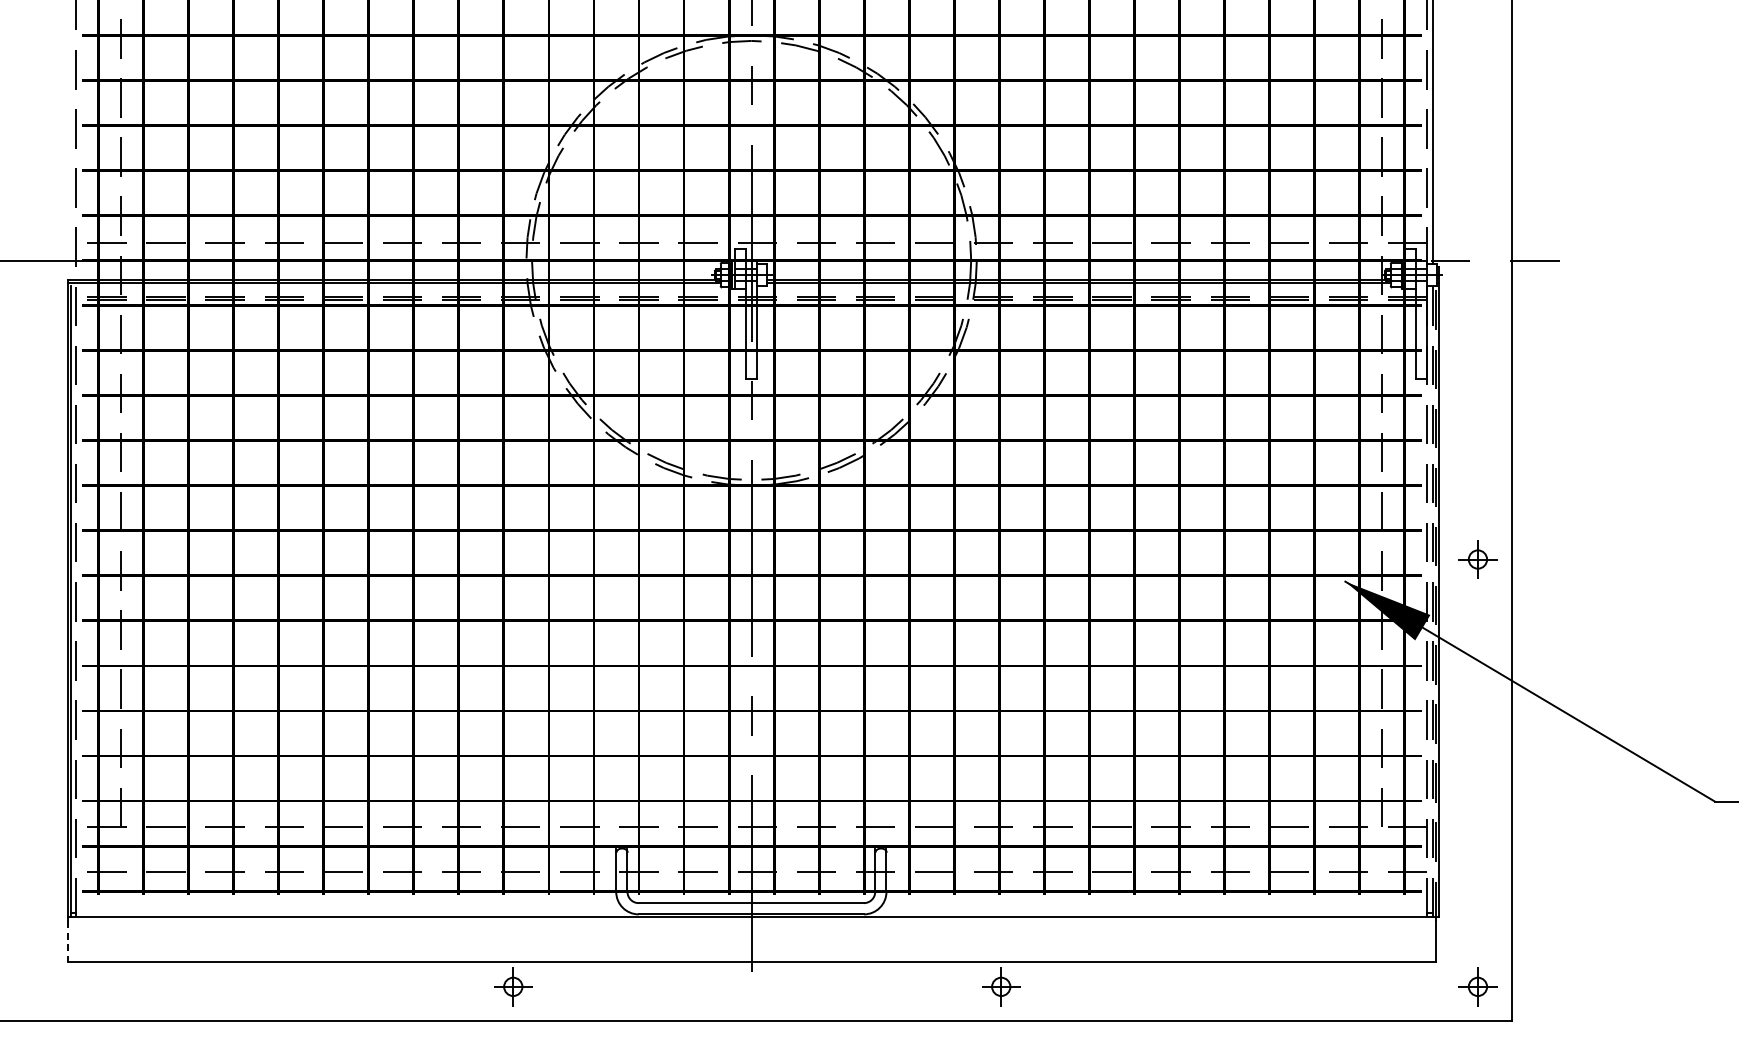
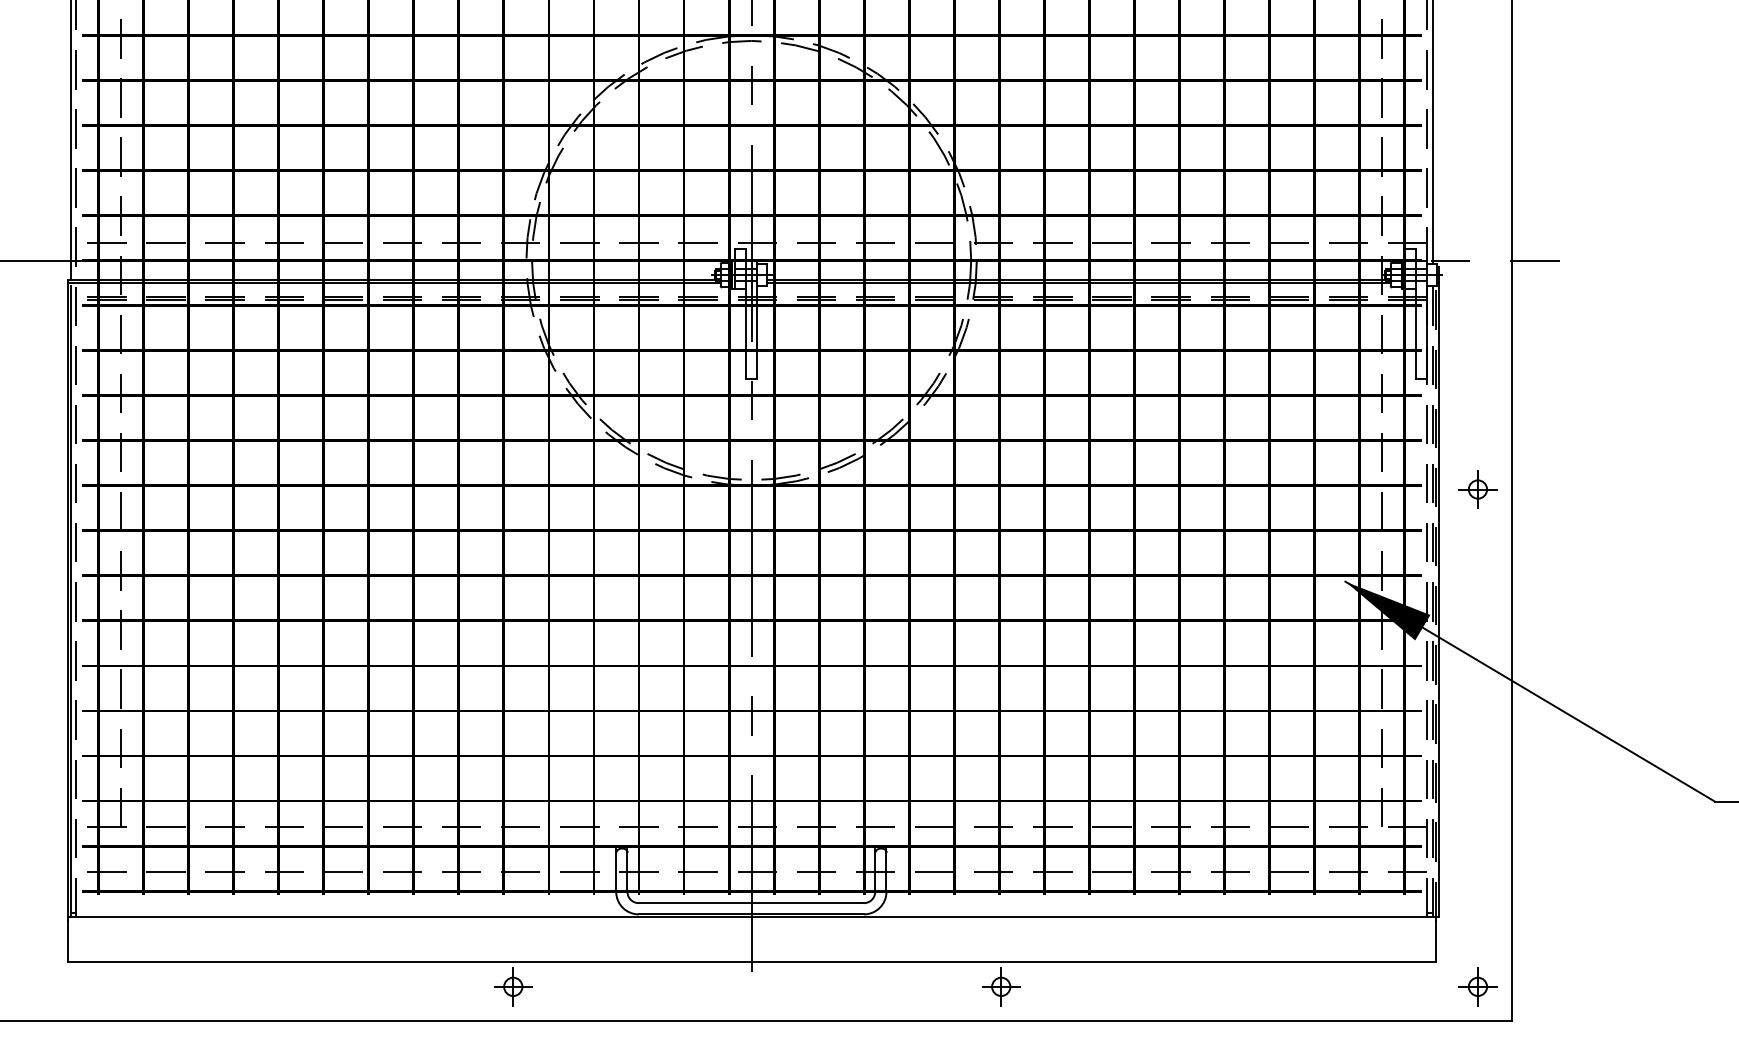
line at (70, 141): none -> present
part at (1477, 559) position: (1477, 559) -> (1477, 489)
line at (67, 941): dashed -> solid
